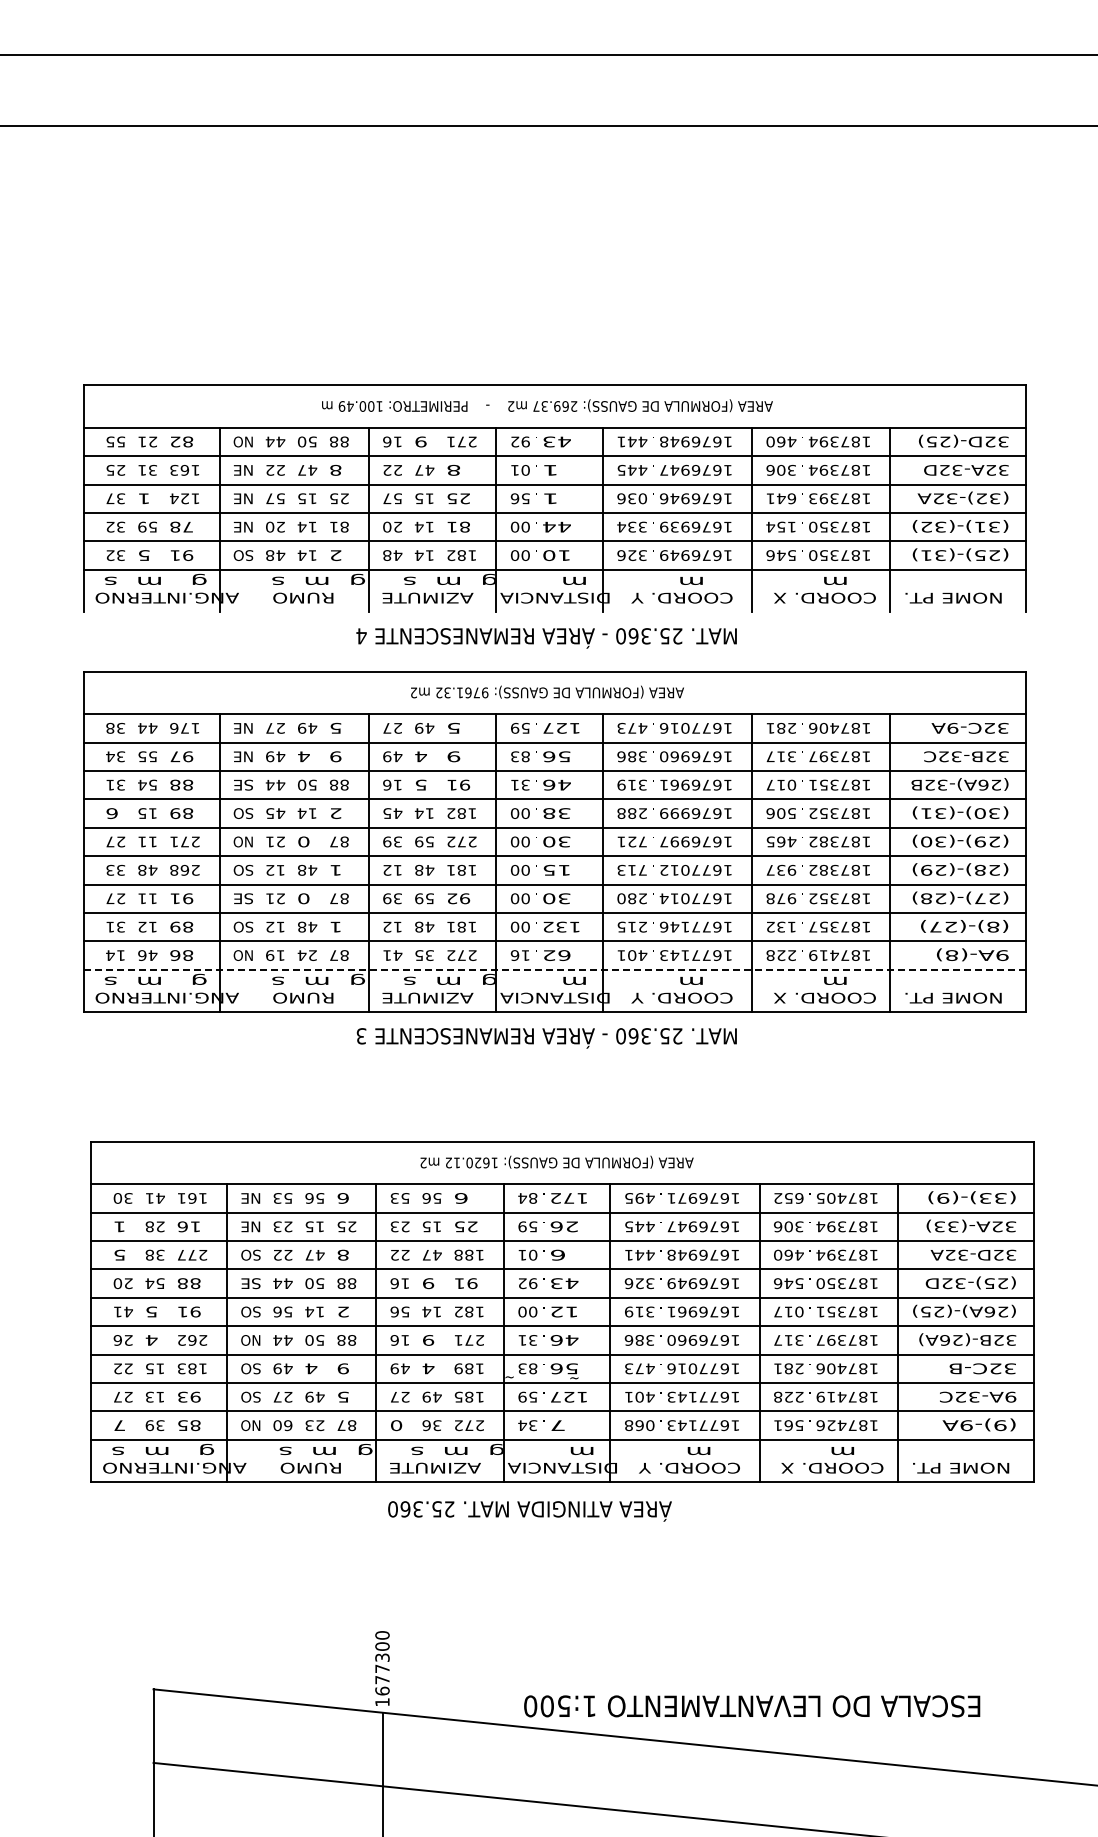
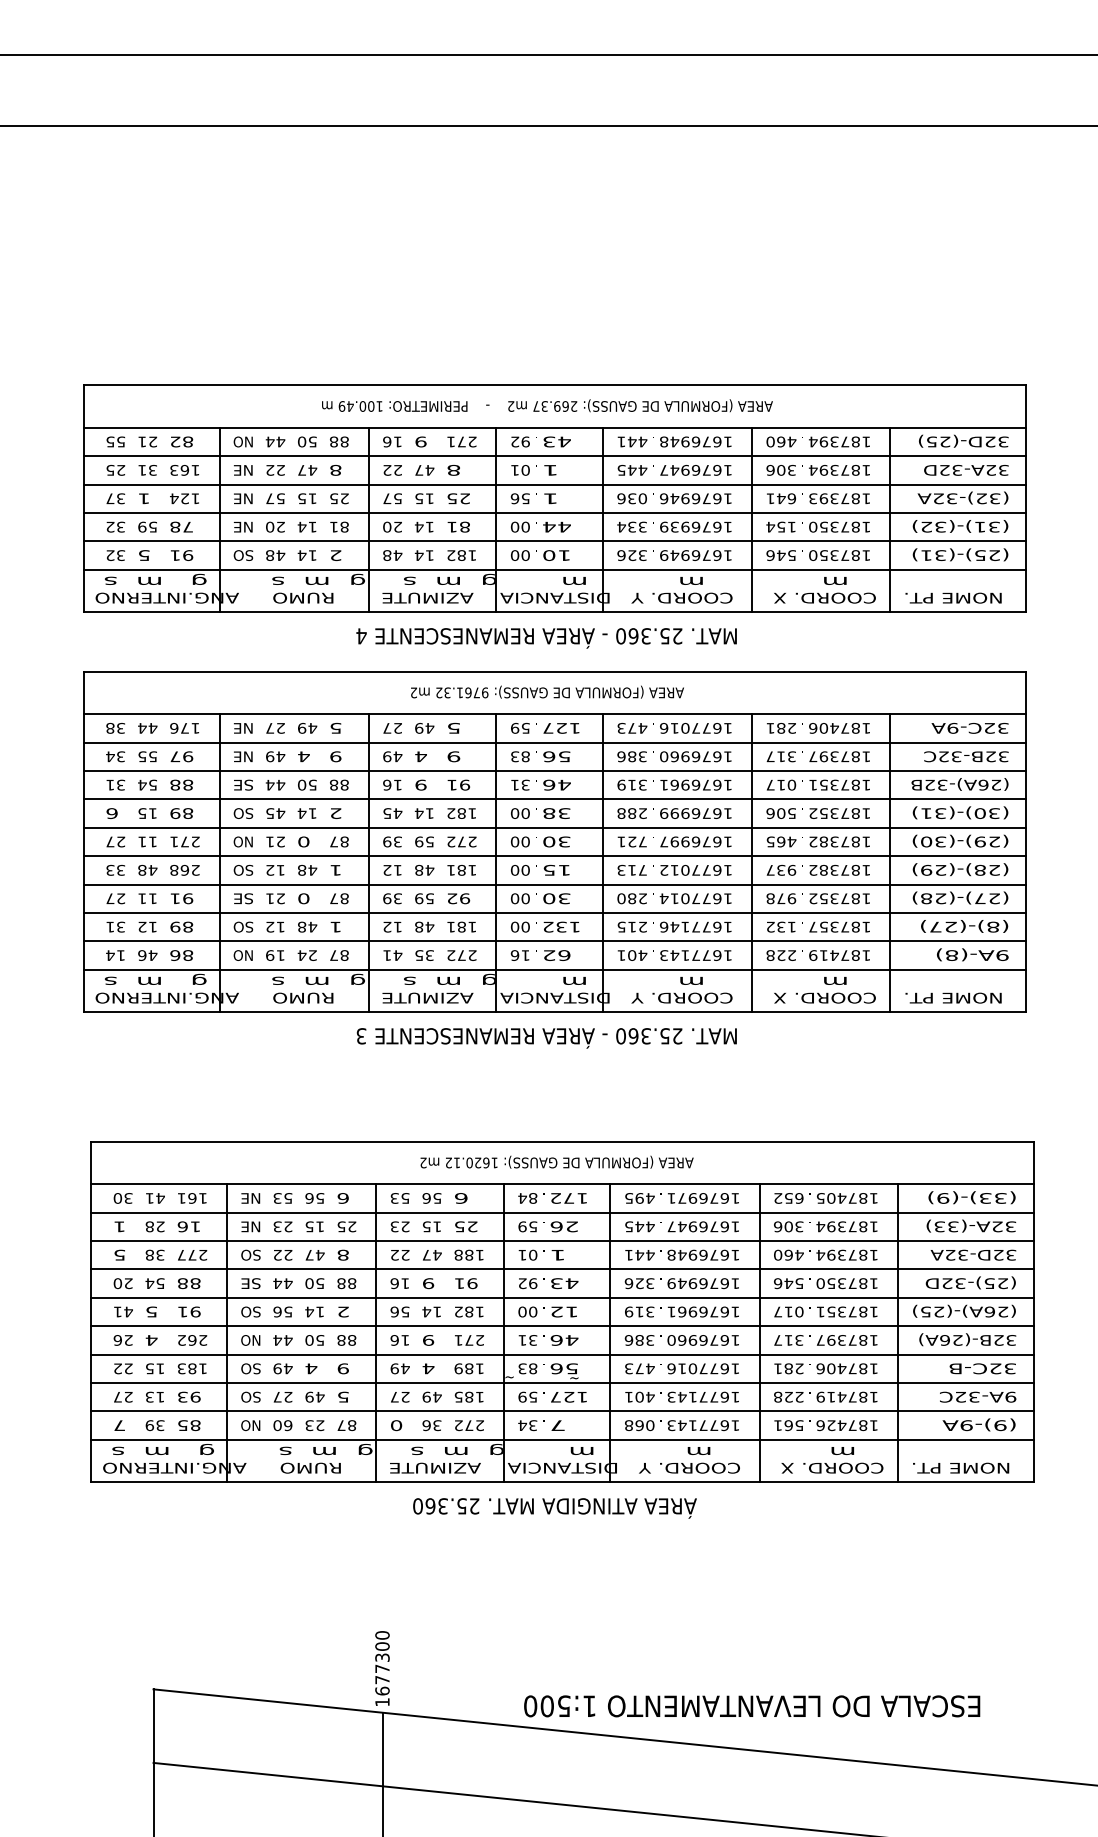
line at (554, 612): none -> present
text at (420, 785): 5 -> 9
line at (554, 969): dashed -> solid
text at (557, 1254): 6 -> 1
text at (529, 1511) position: (529, 1511) -> (554, 1508)
